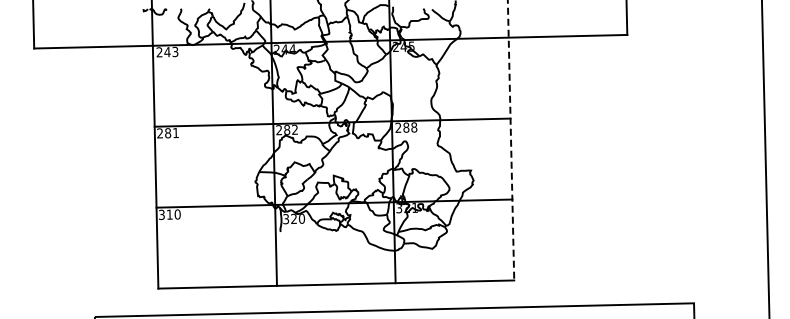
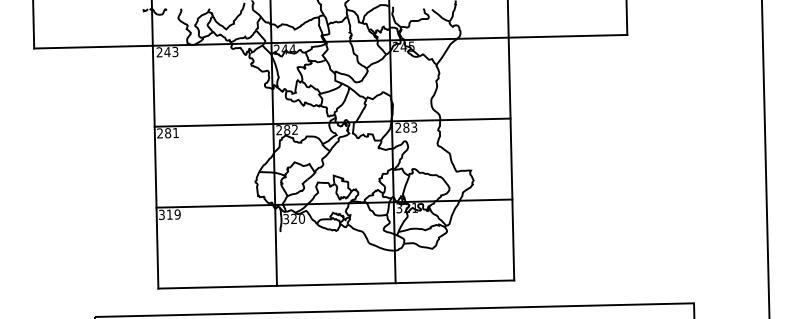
text at (414, 127): 288 -> 283
line at (511, 140): dashed -> solid
text at (177, 214): 310 -> 319
